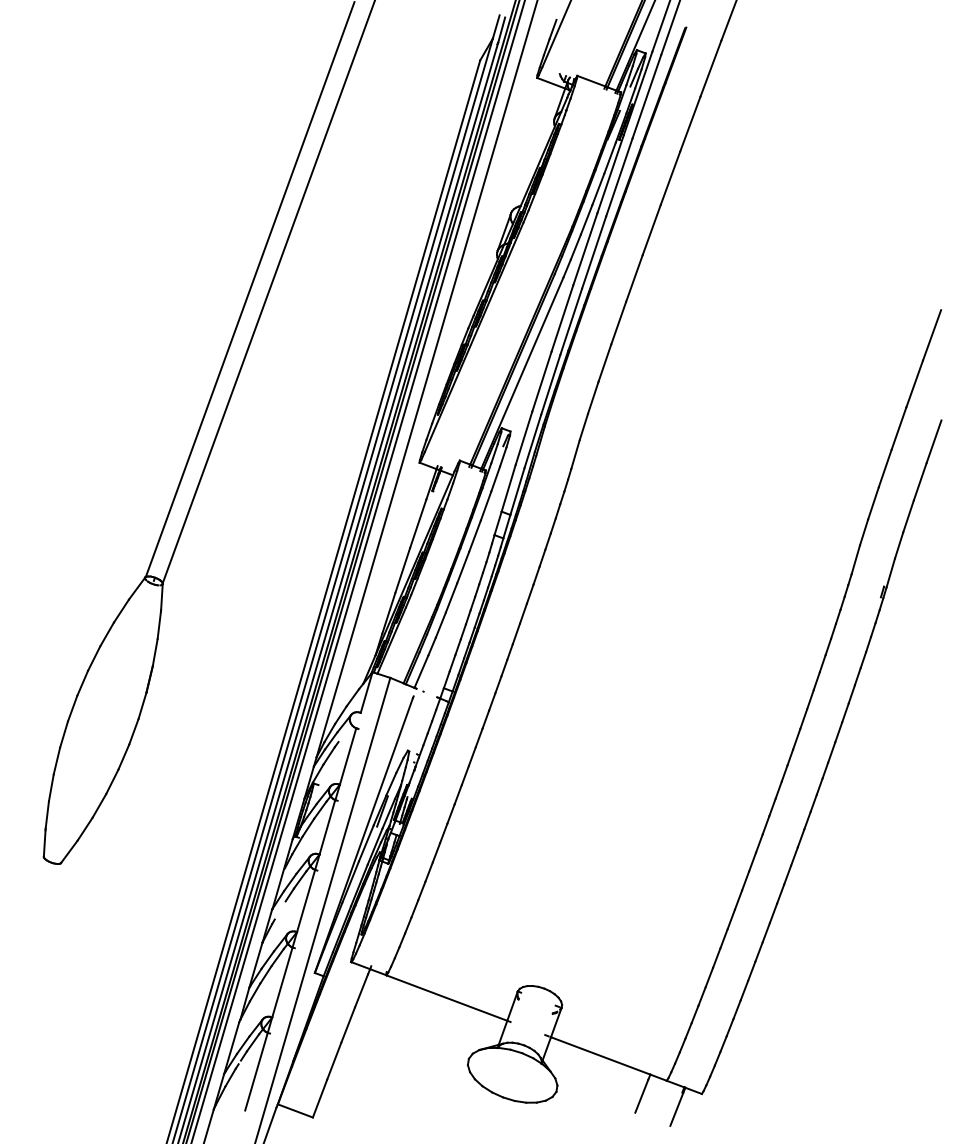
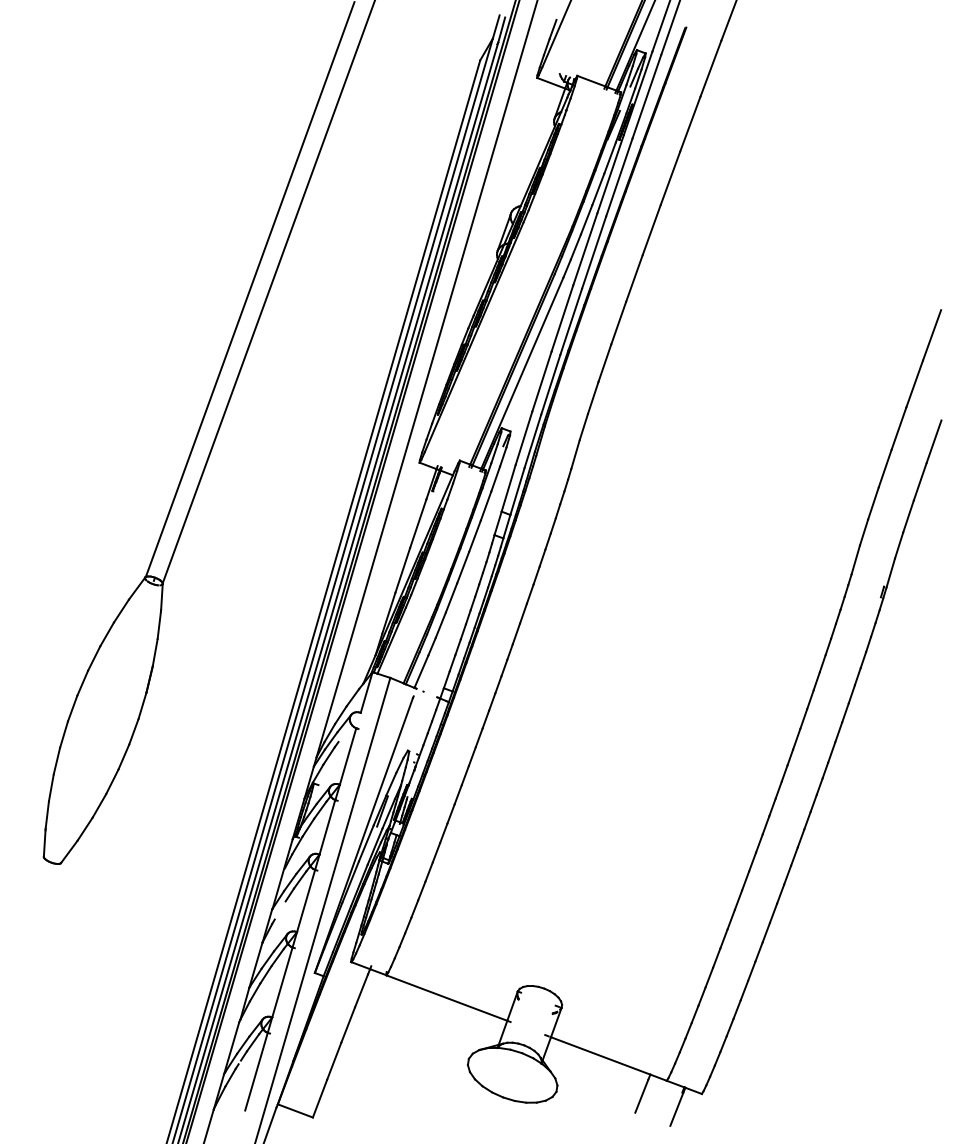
line at (358, 571): present -> none
